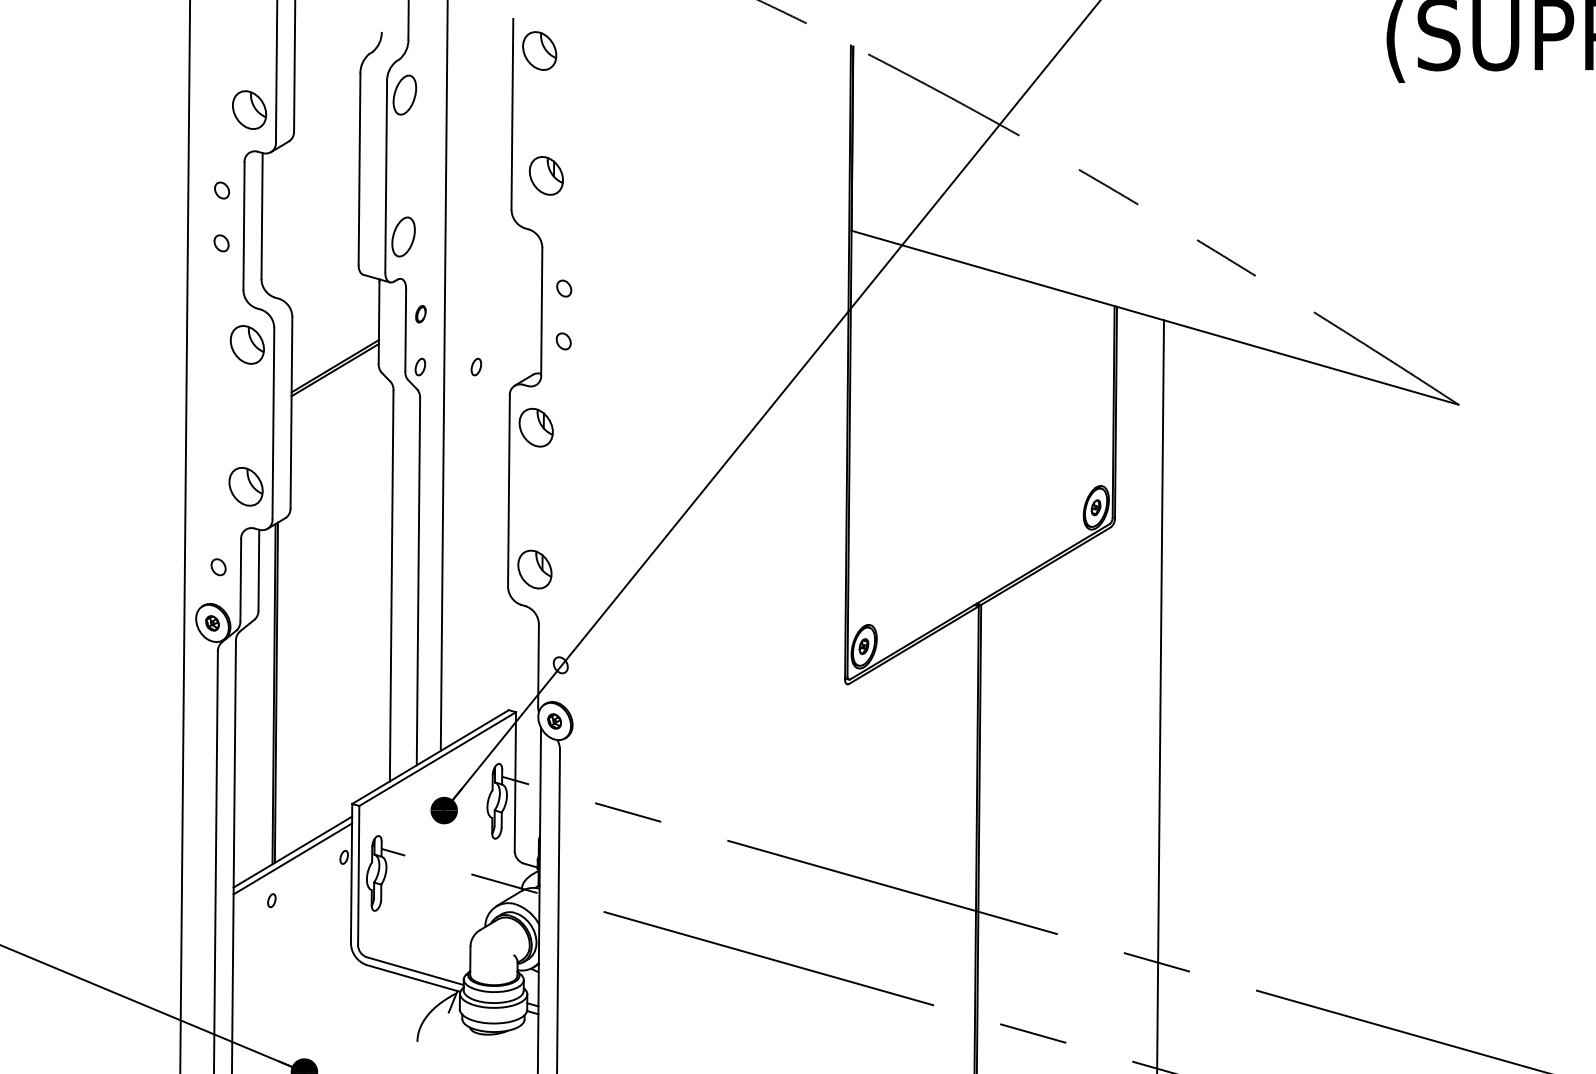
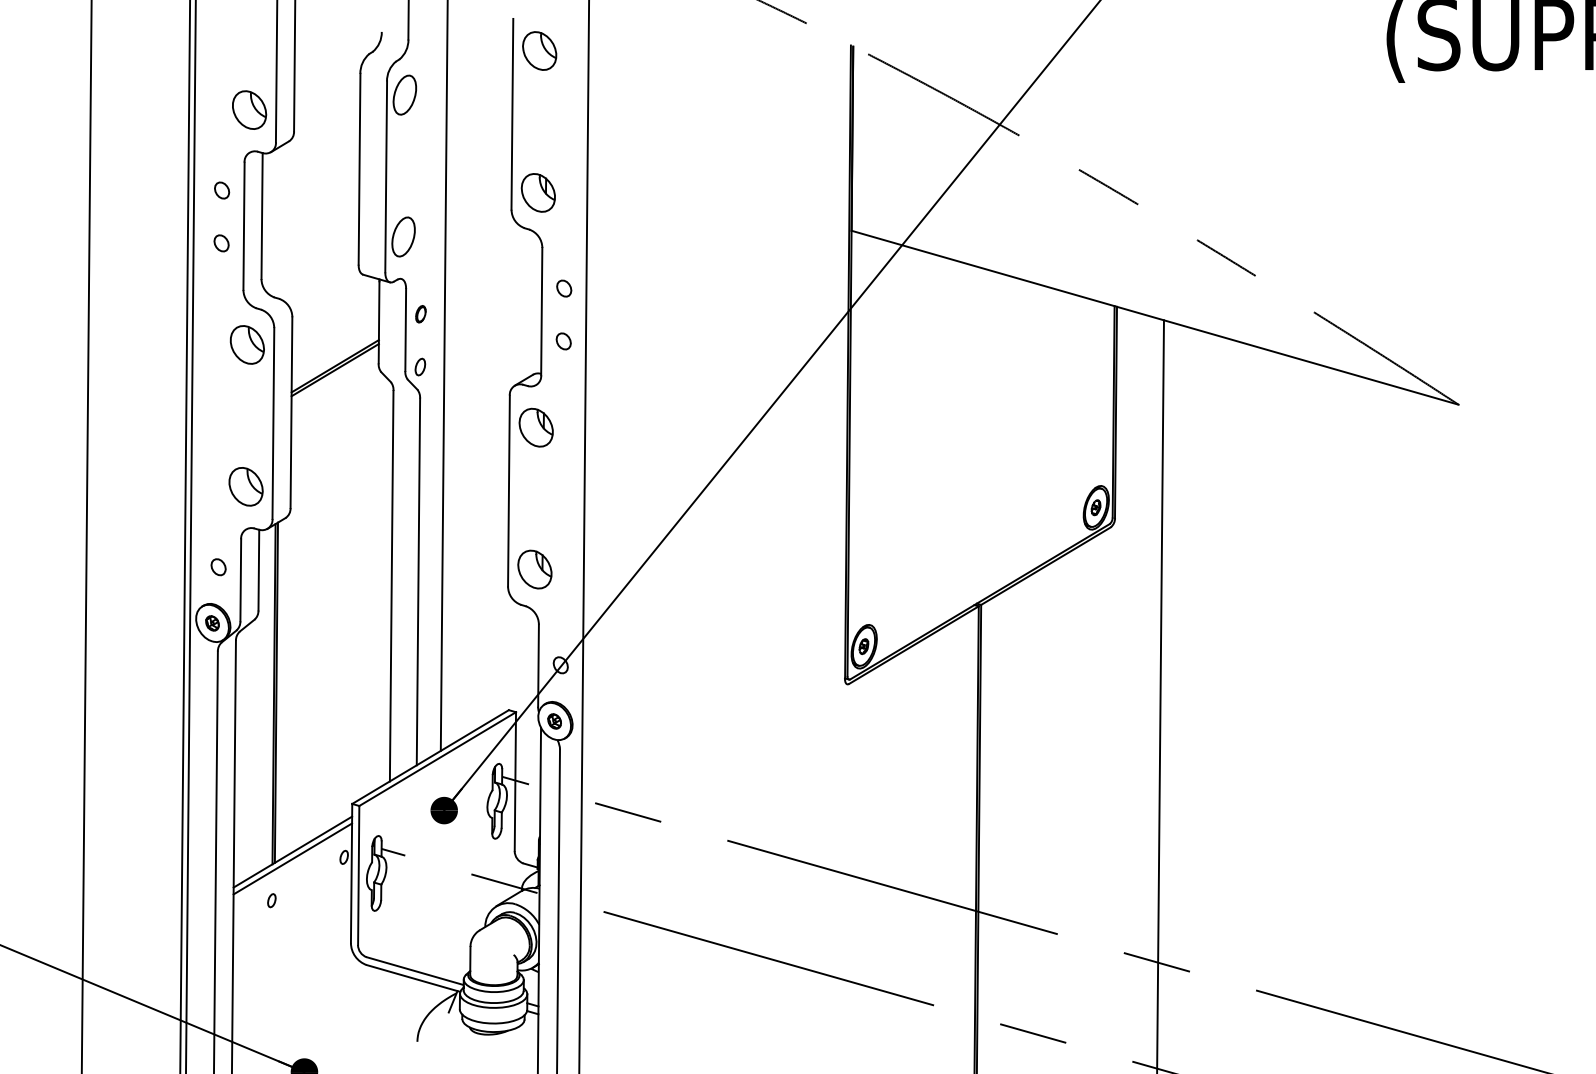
part at (545, 175) position: (545, 175) -> (537, 192)
part at (476, 366): present -> none
line at (86, 536): none -> present
line at (190, 536): none -> present
line at (584, 536): none -> present
